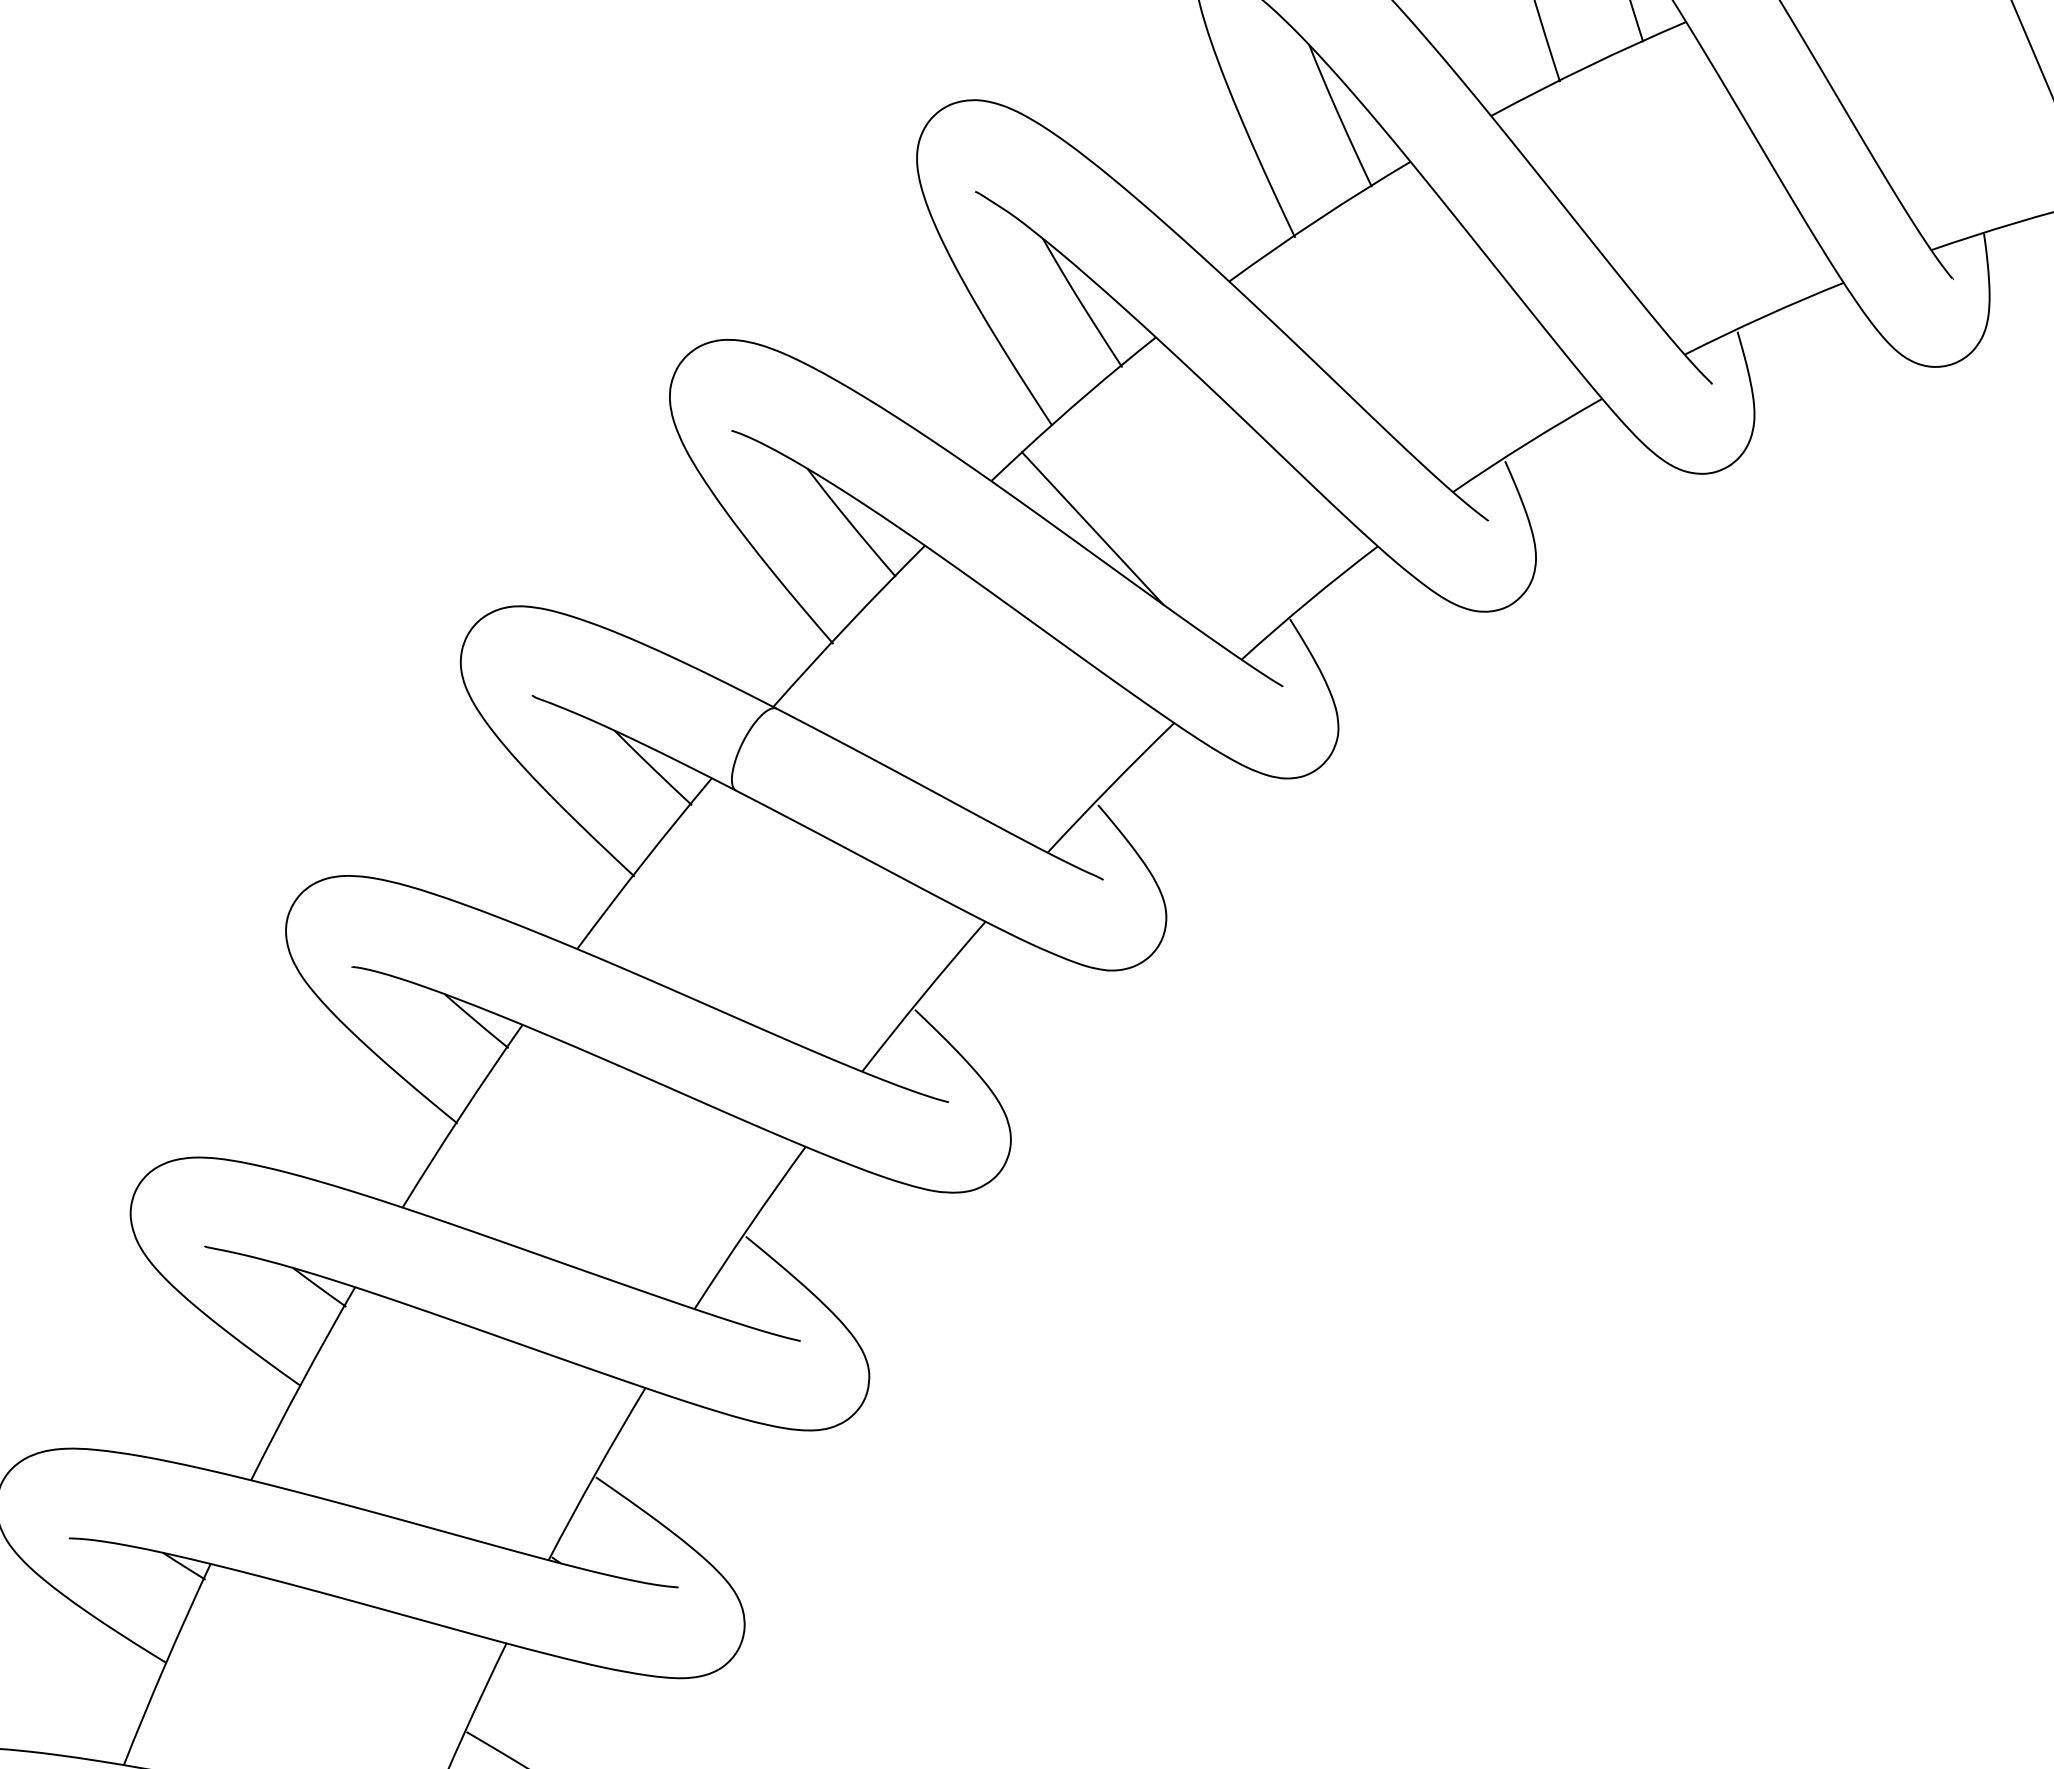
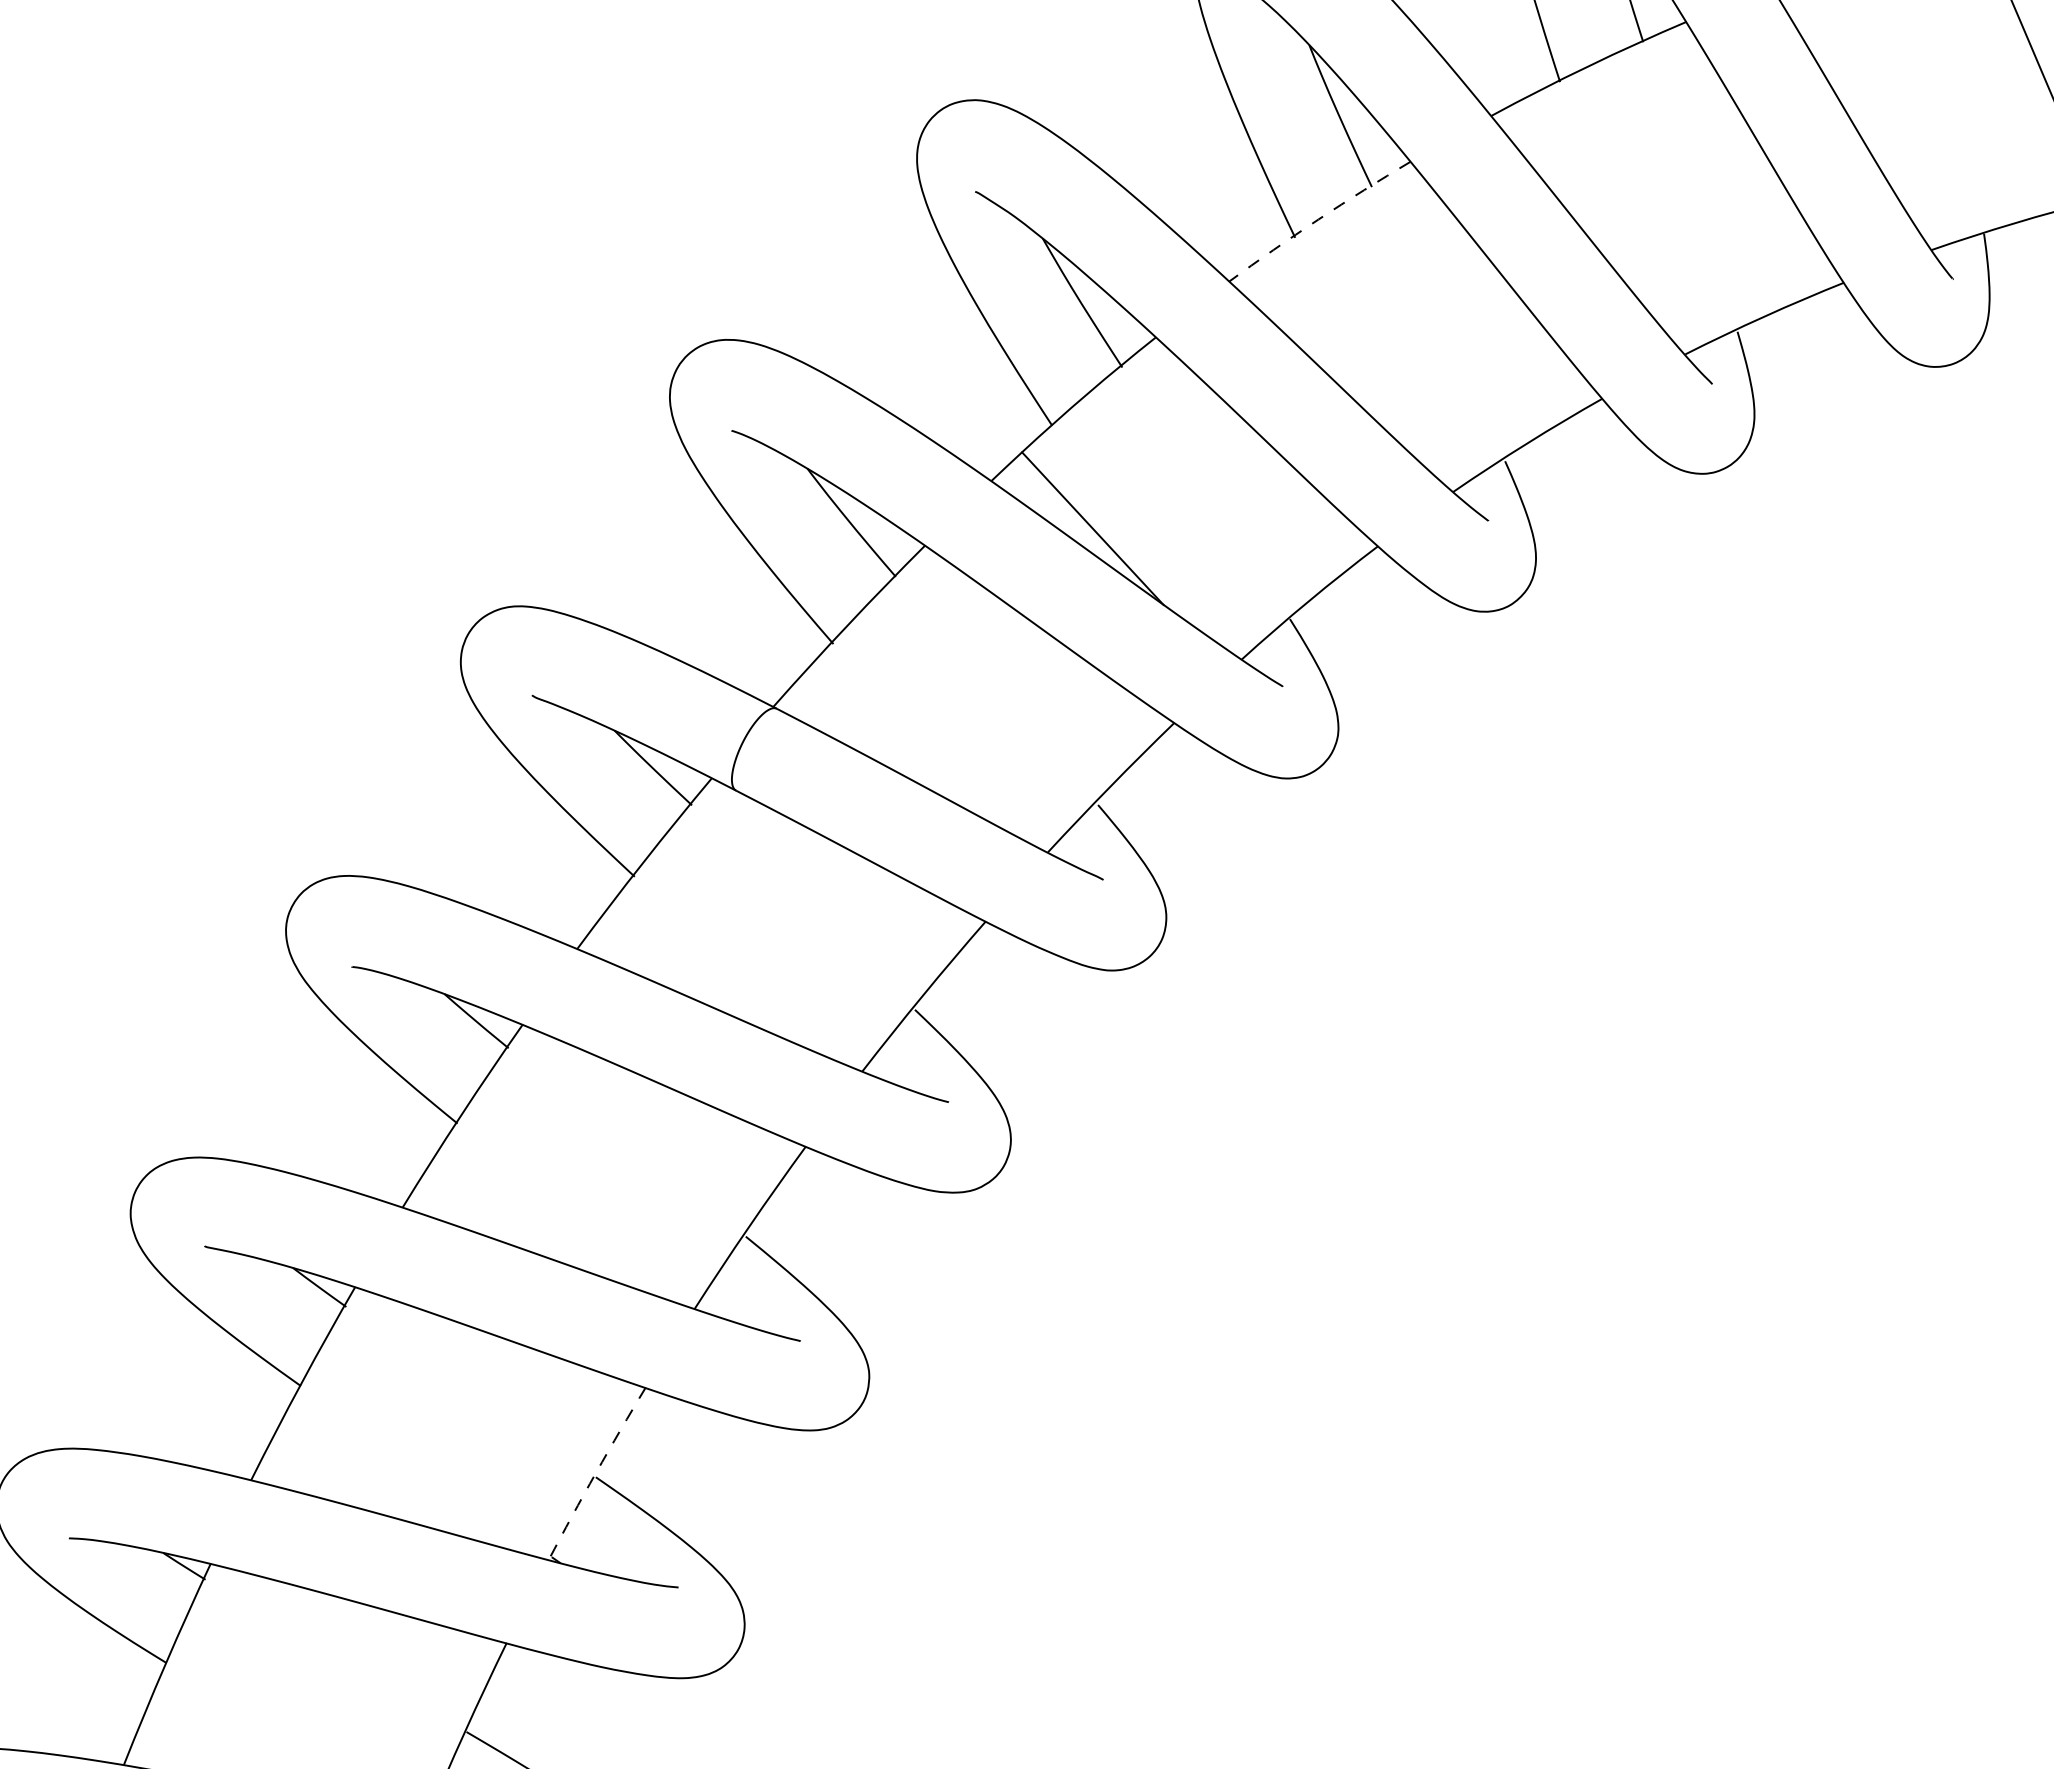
arc at (1318, 219): solid -> dashed
arc at (595, 1473): solid -> dashed
